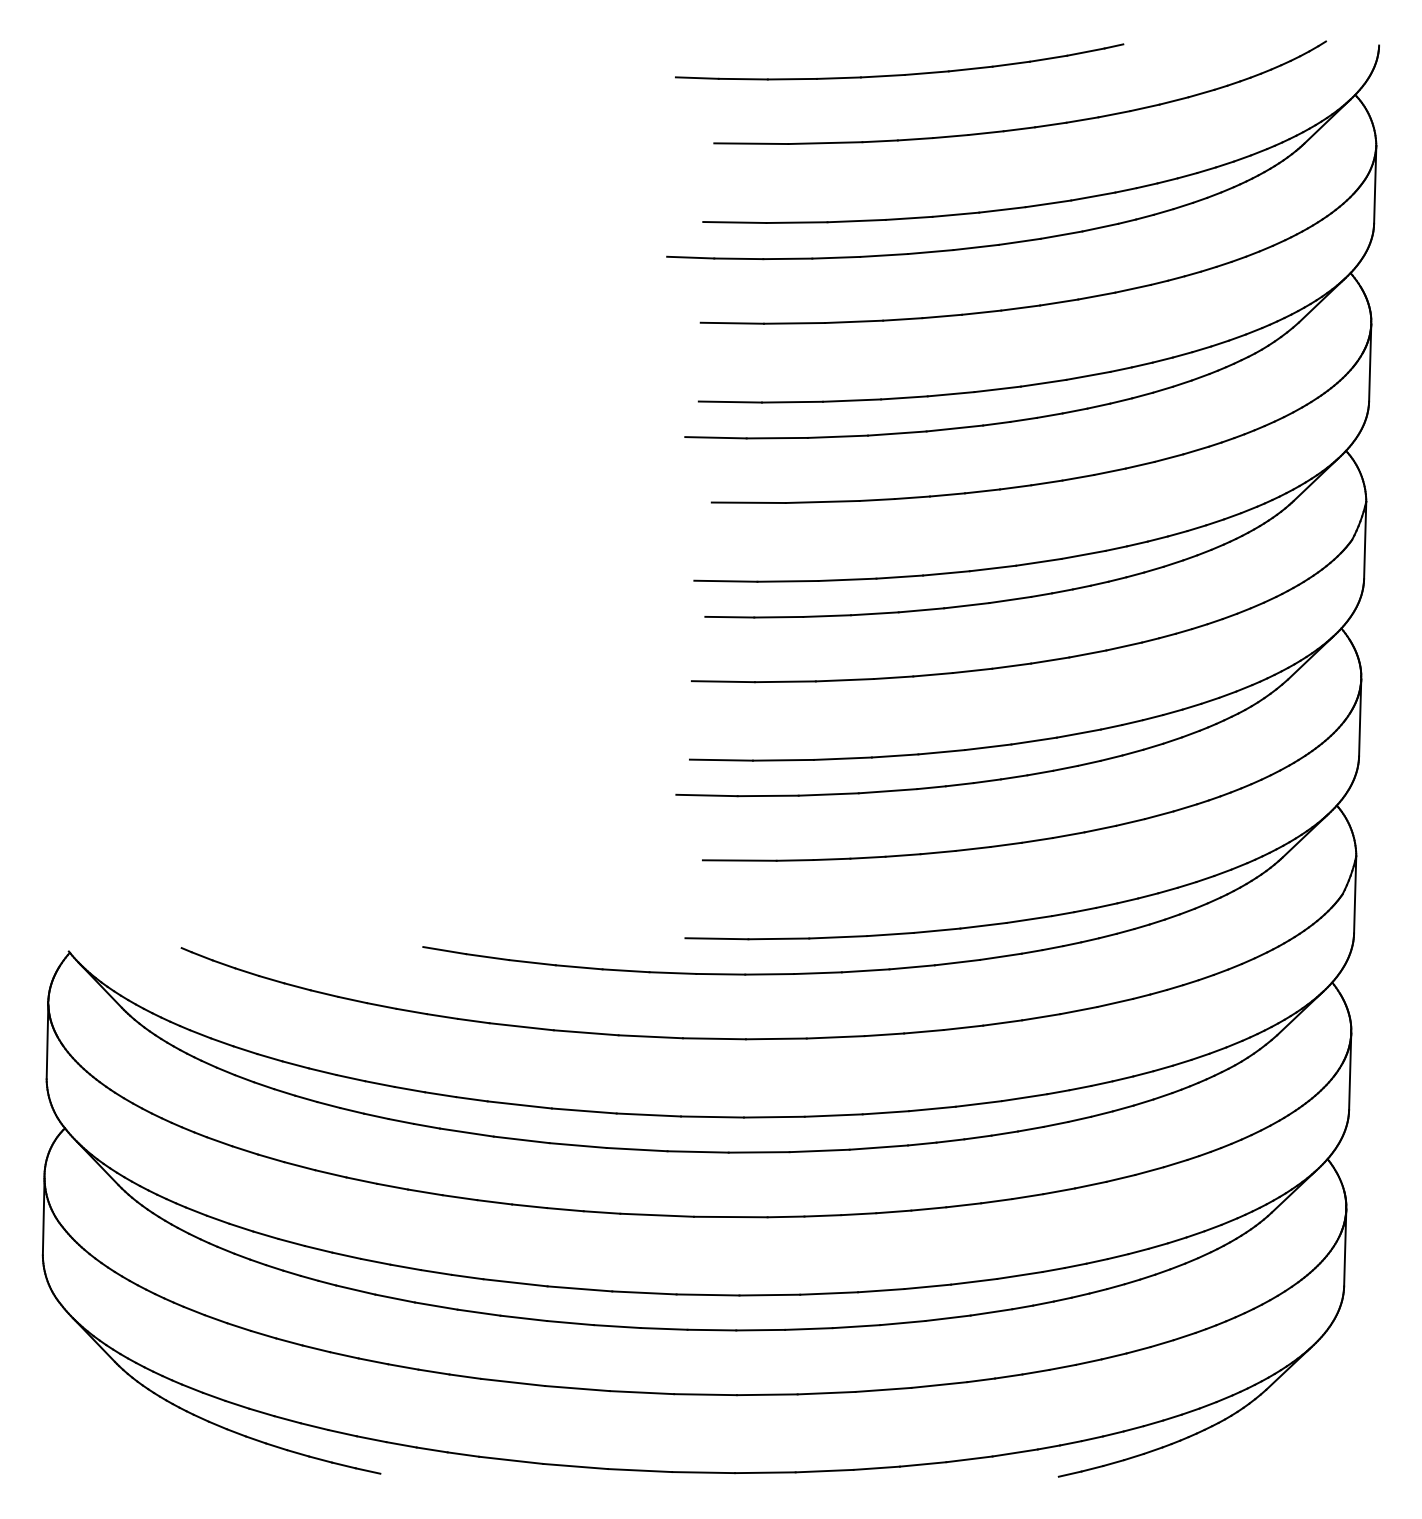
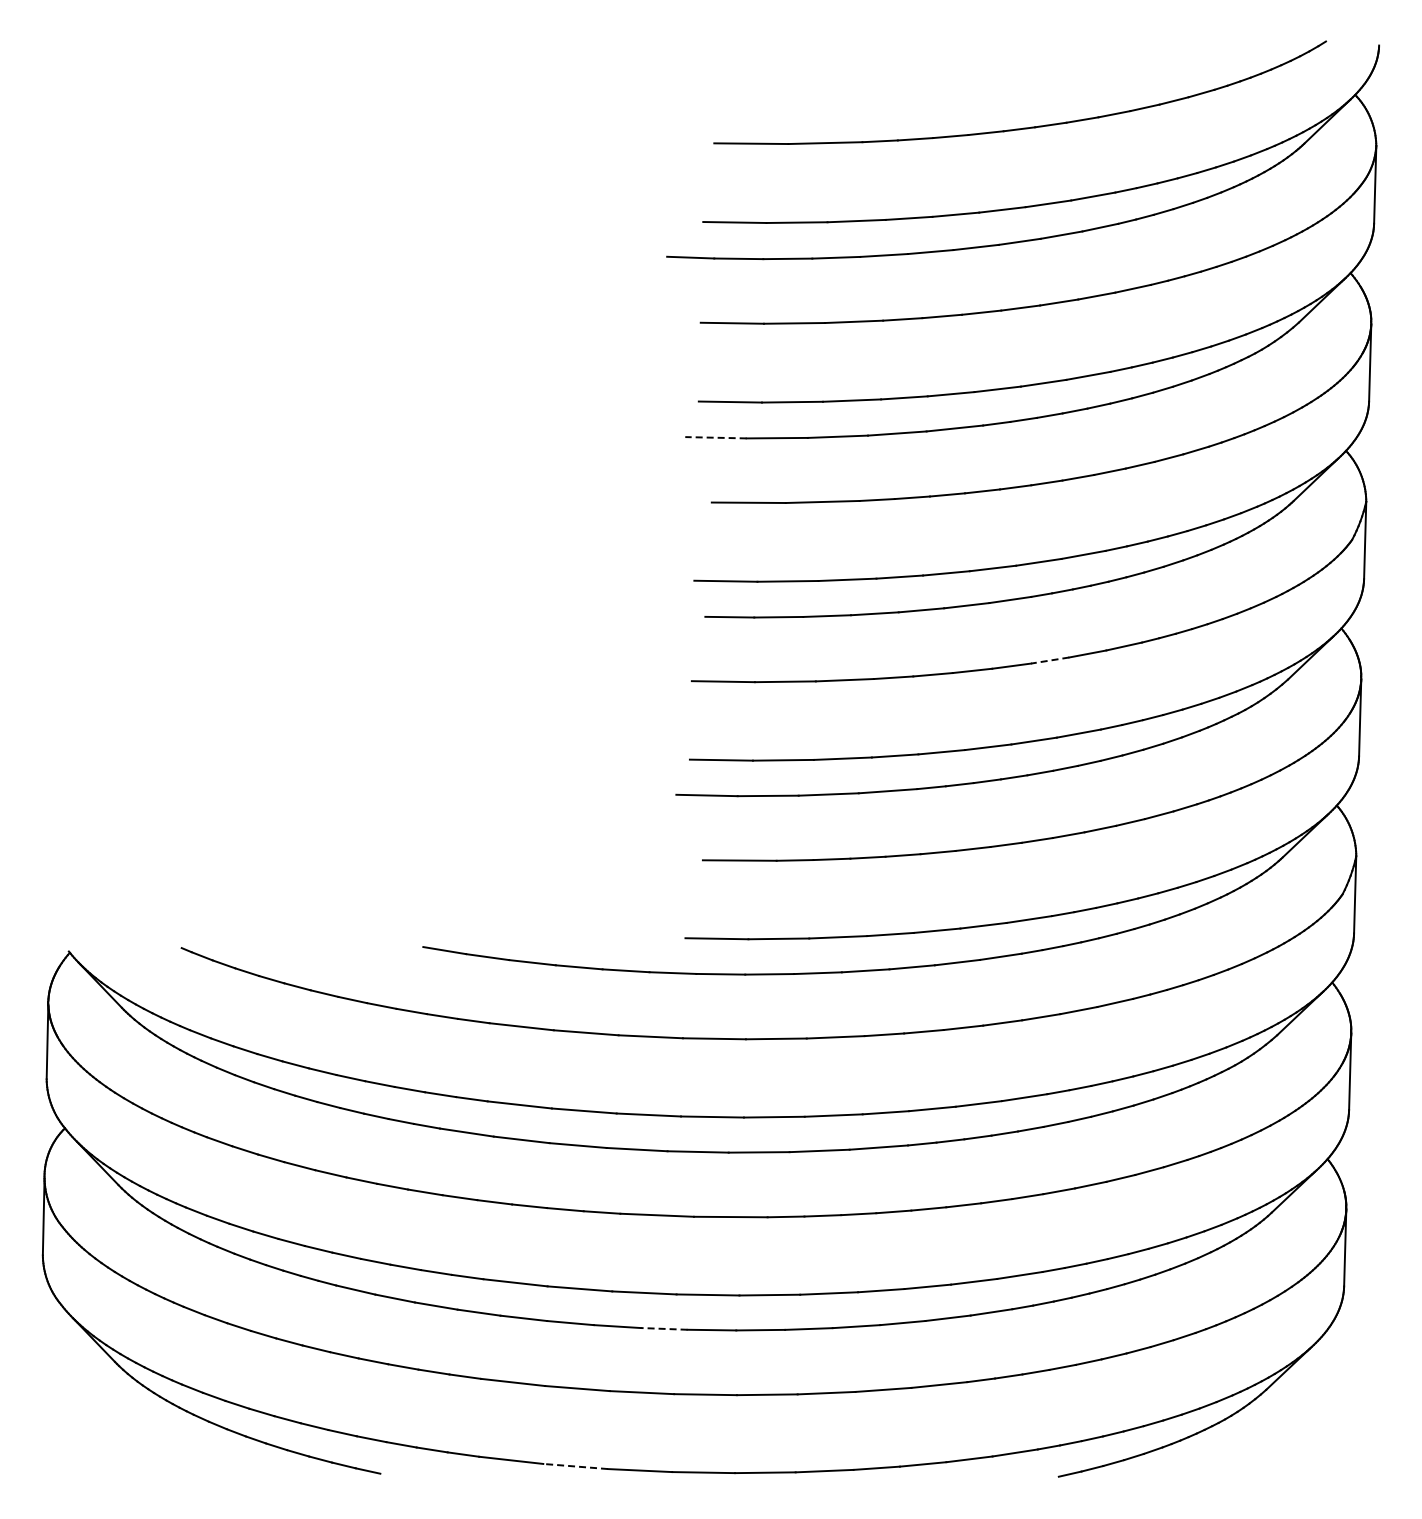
part at (899, 74): present -> none
line at (715, 437): solid -> dashed
line at (1049, 660): solid -> dashed
line at (663, 1328): solid -> dashed
line at (575, 1466): solid -> dashed
